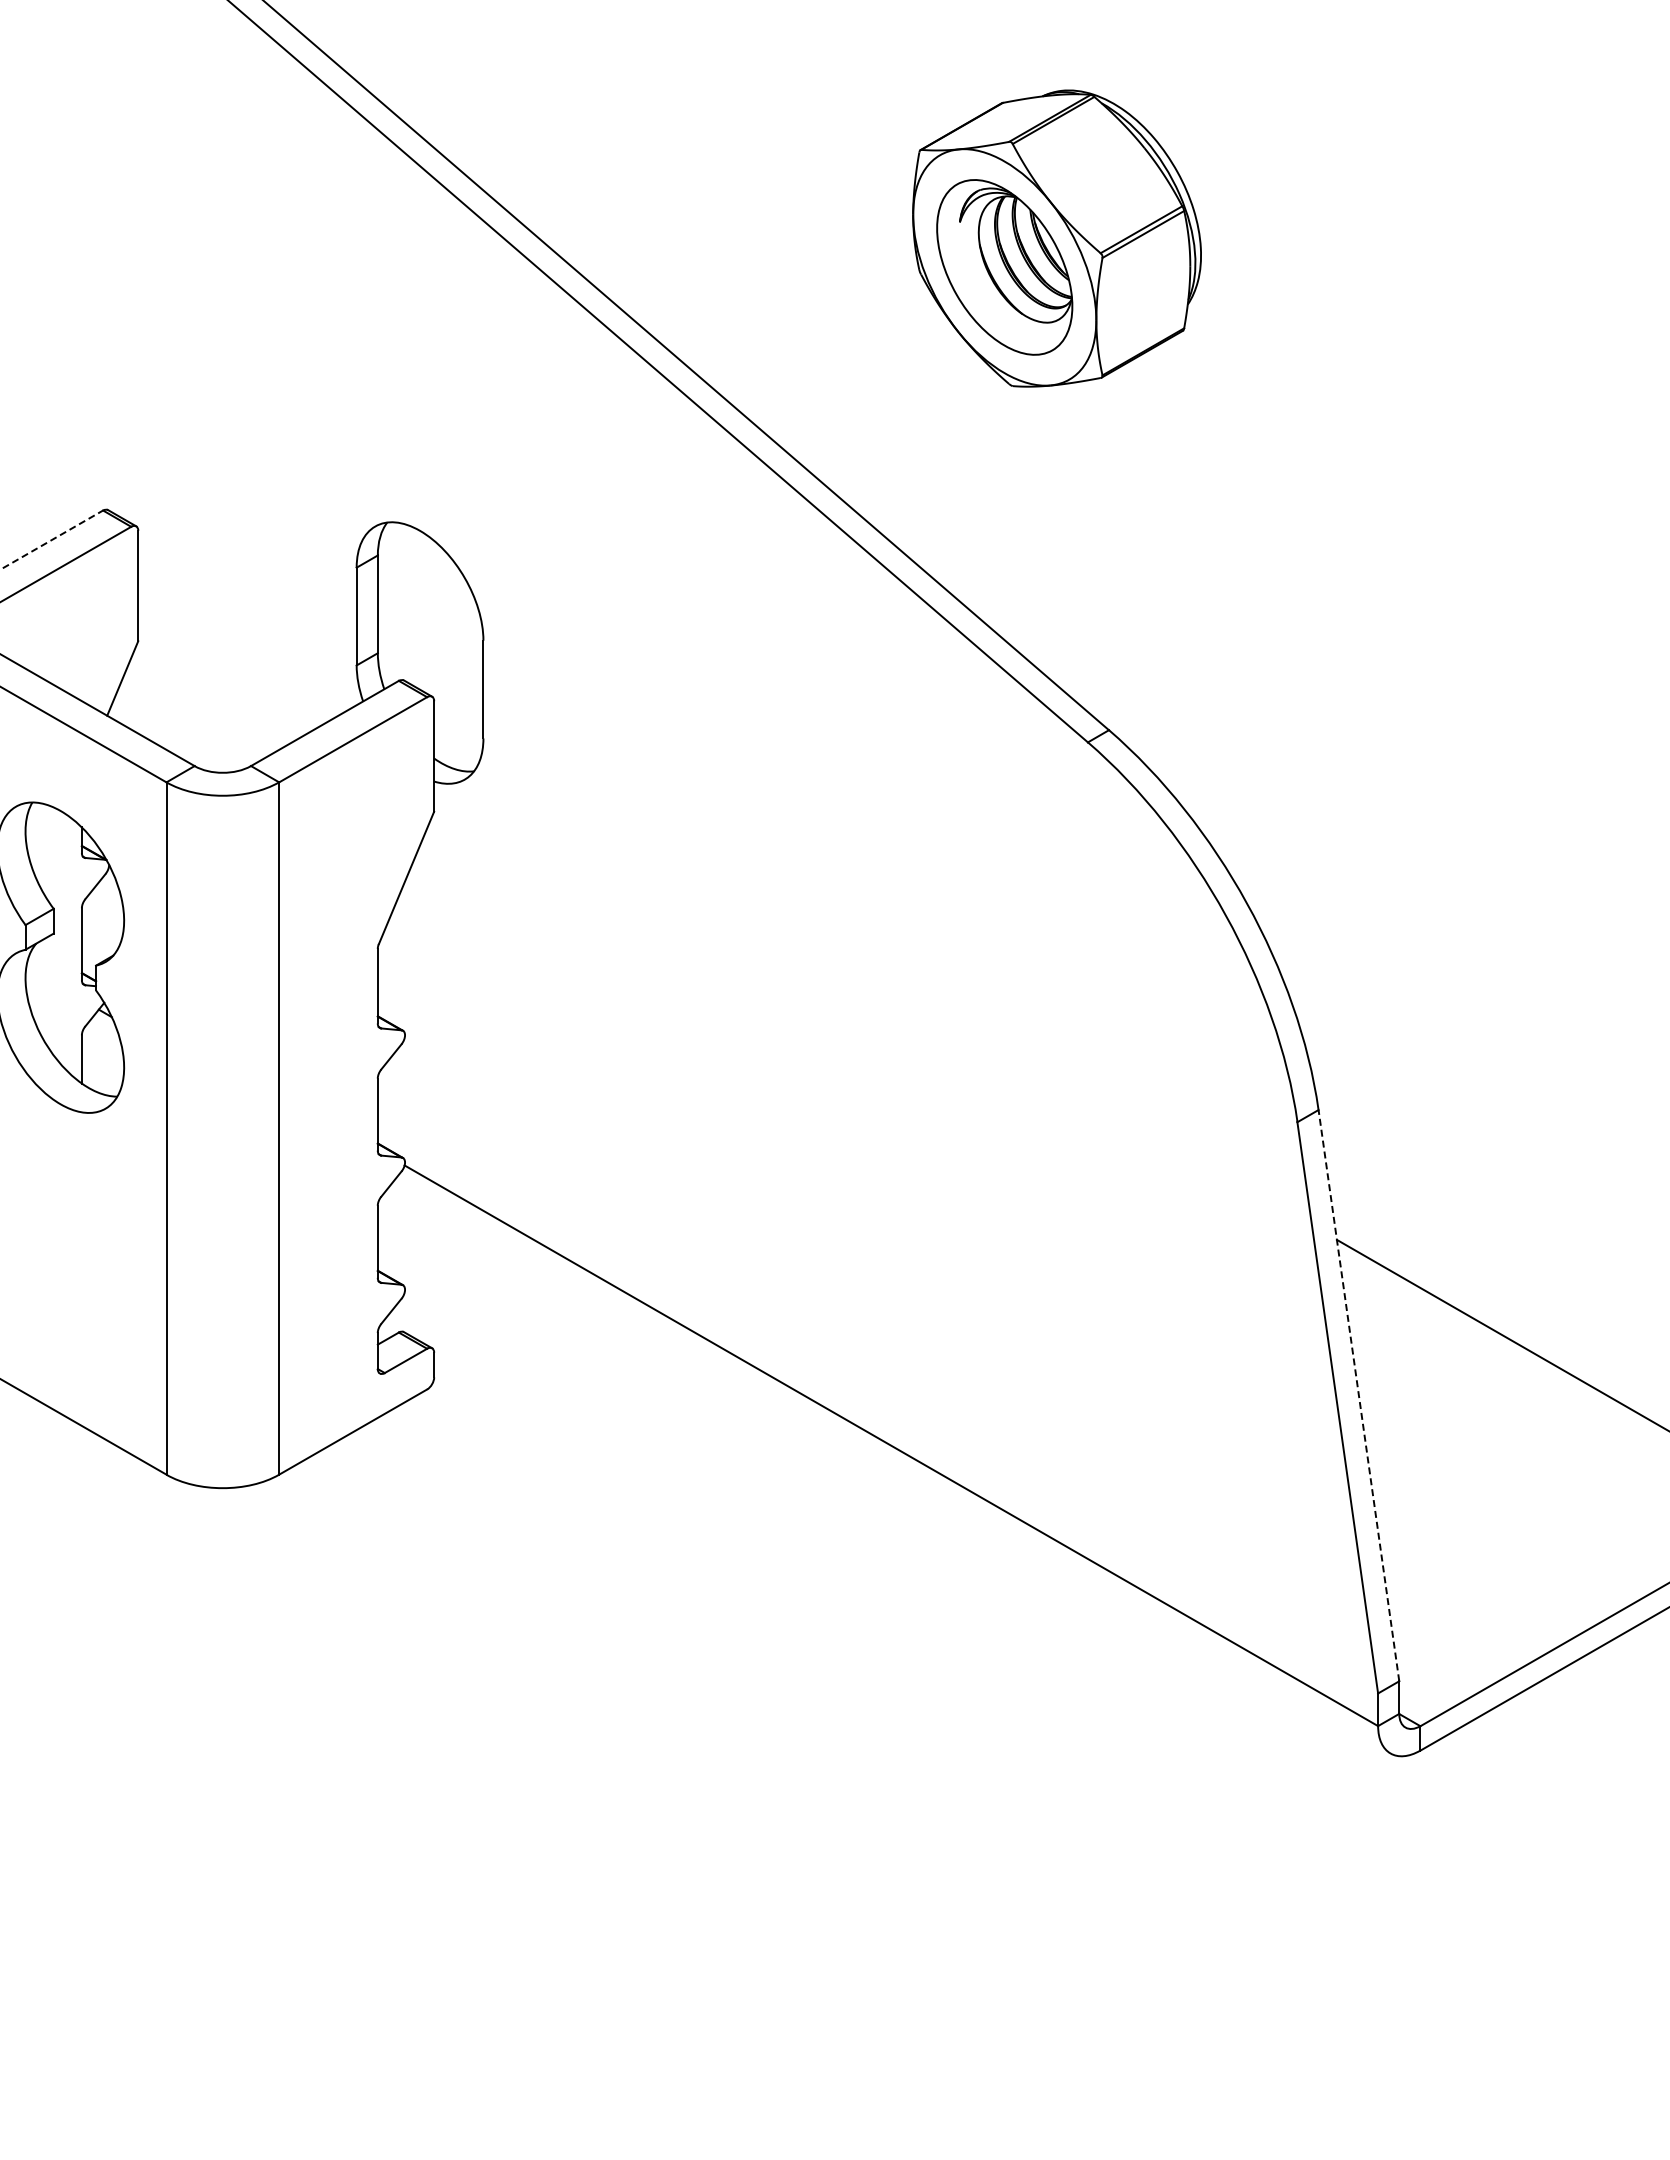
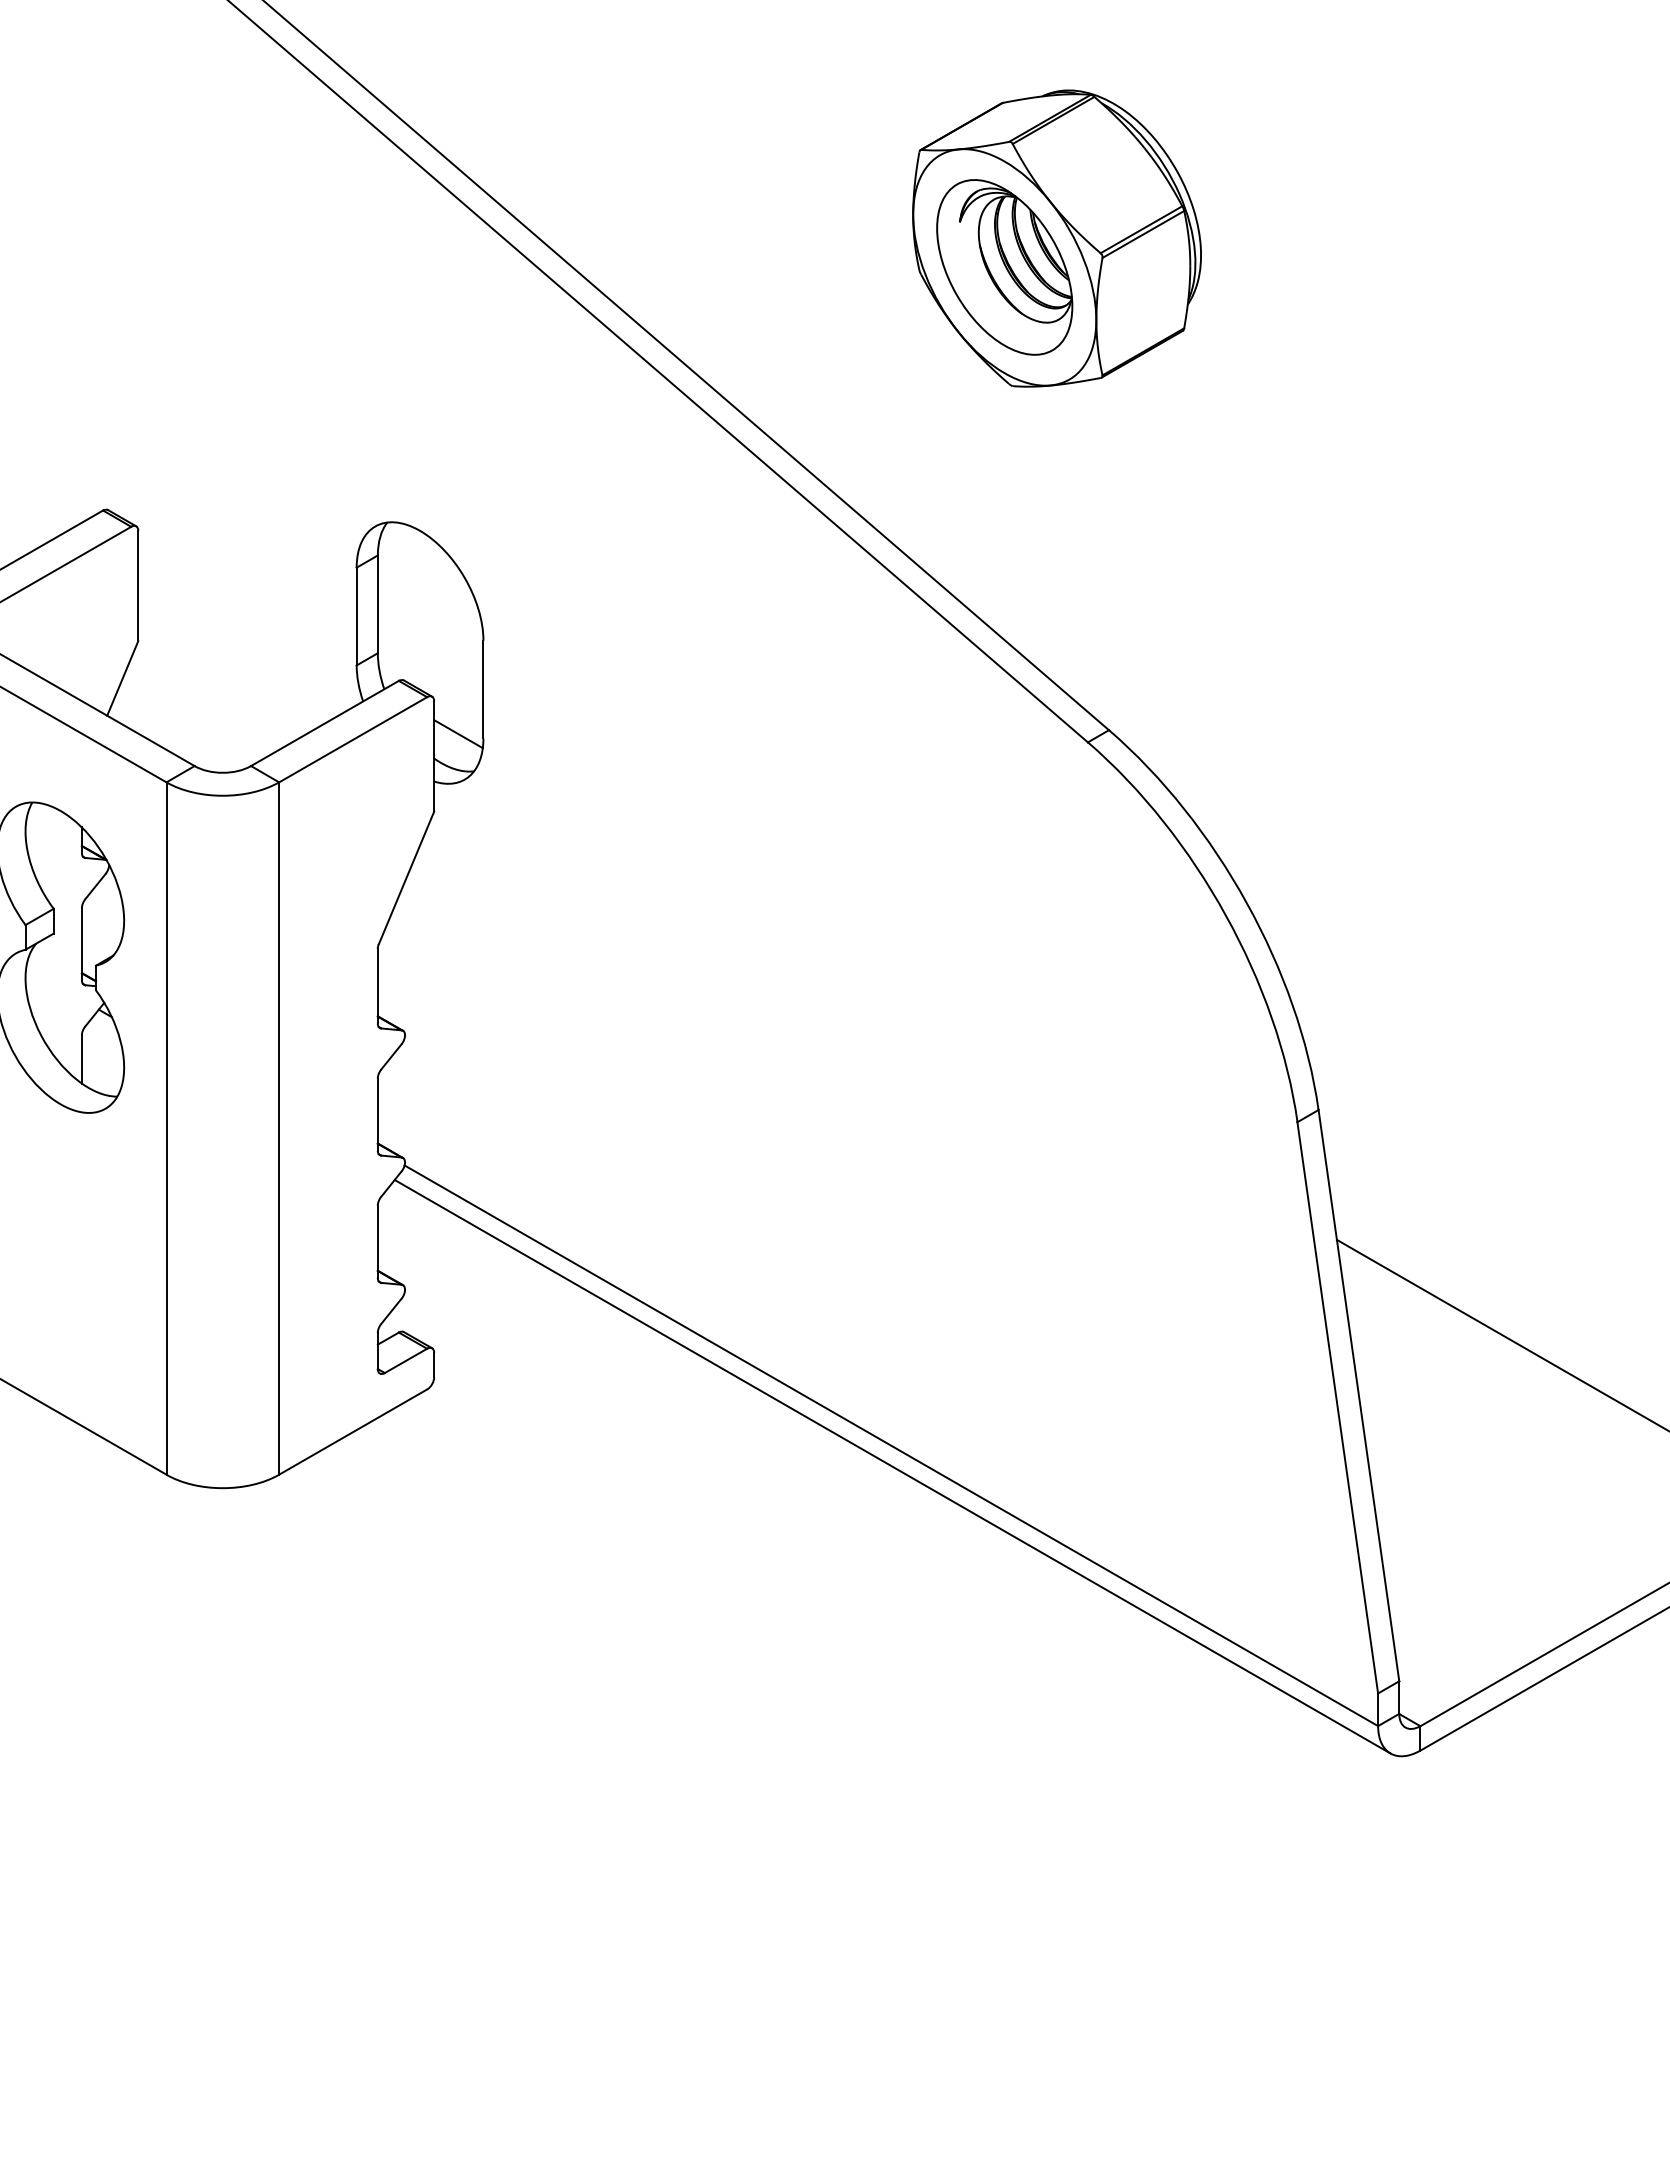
line at (52, 539): dashed -> solid
line at (458, 734): none -> present
line at (1358, 1395): dashed -> solid
line at (892, 1466): none -> present
